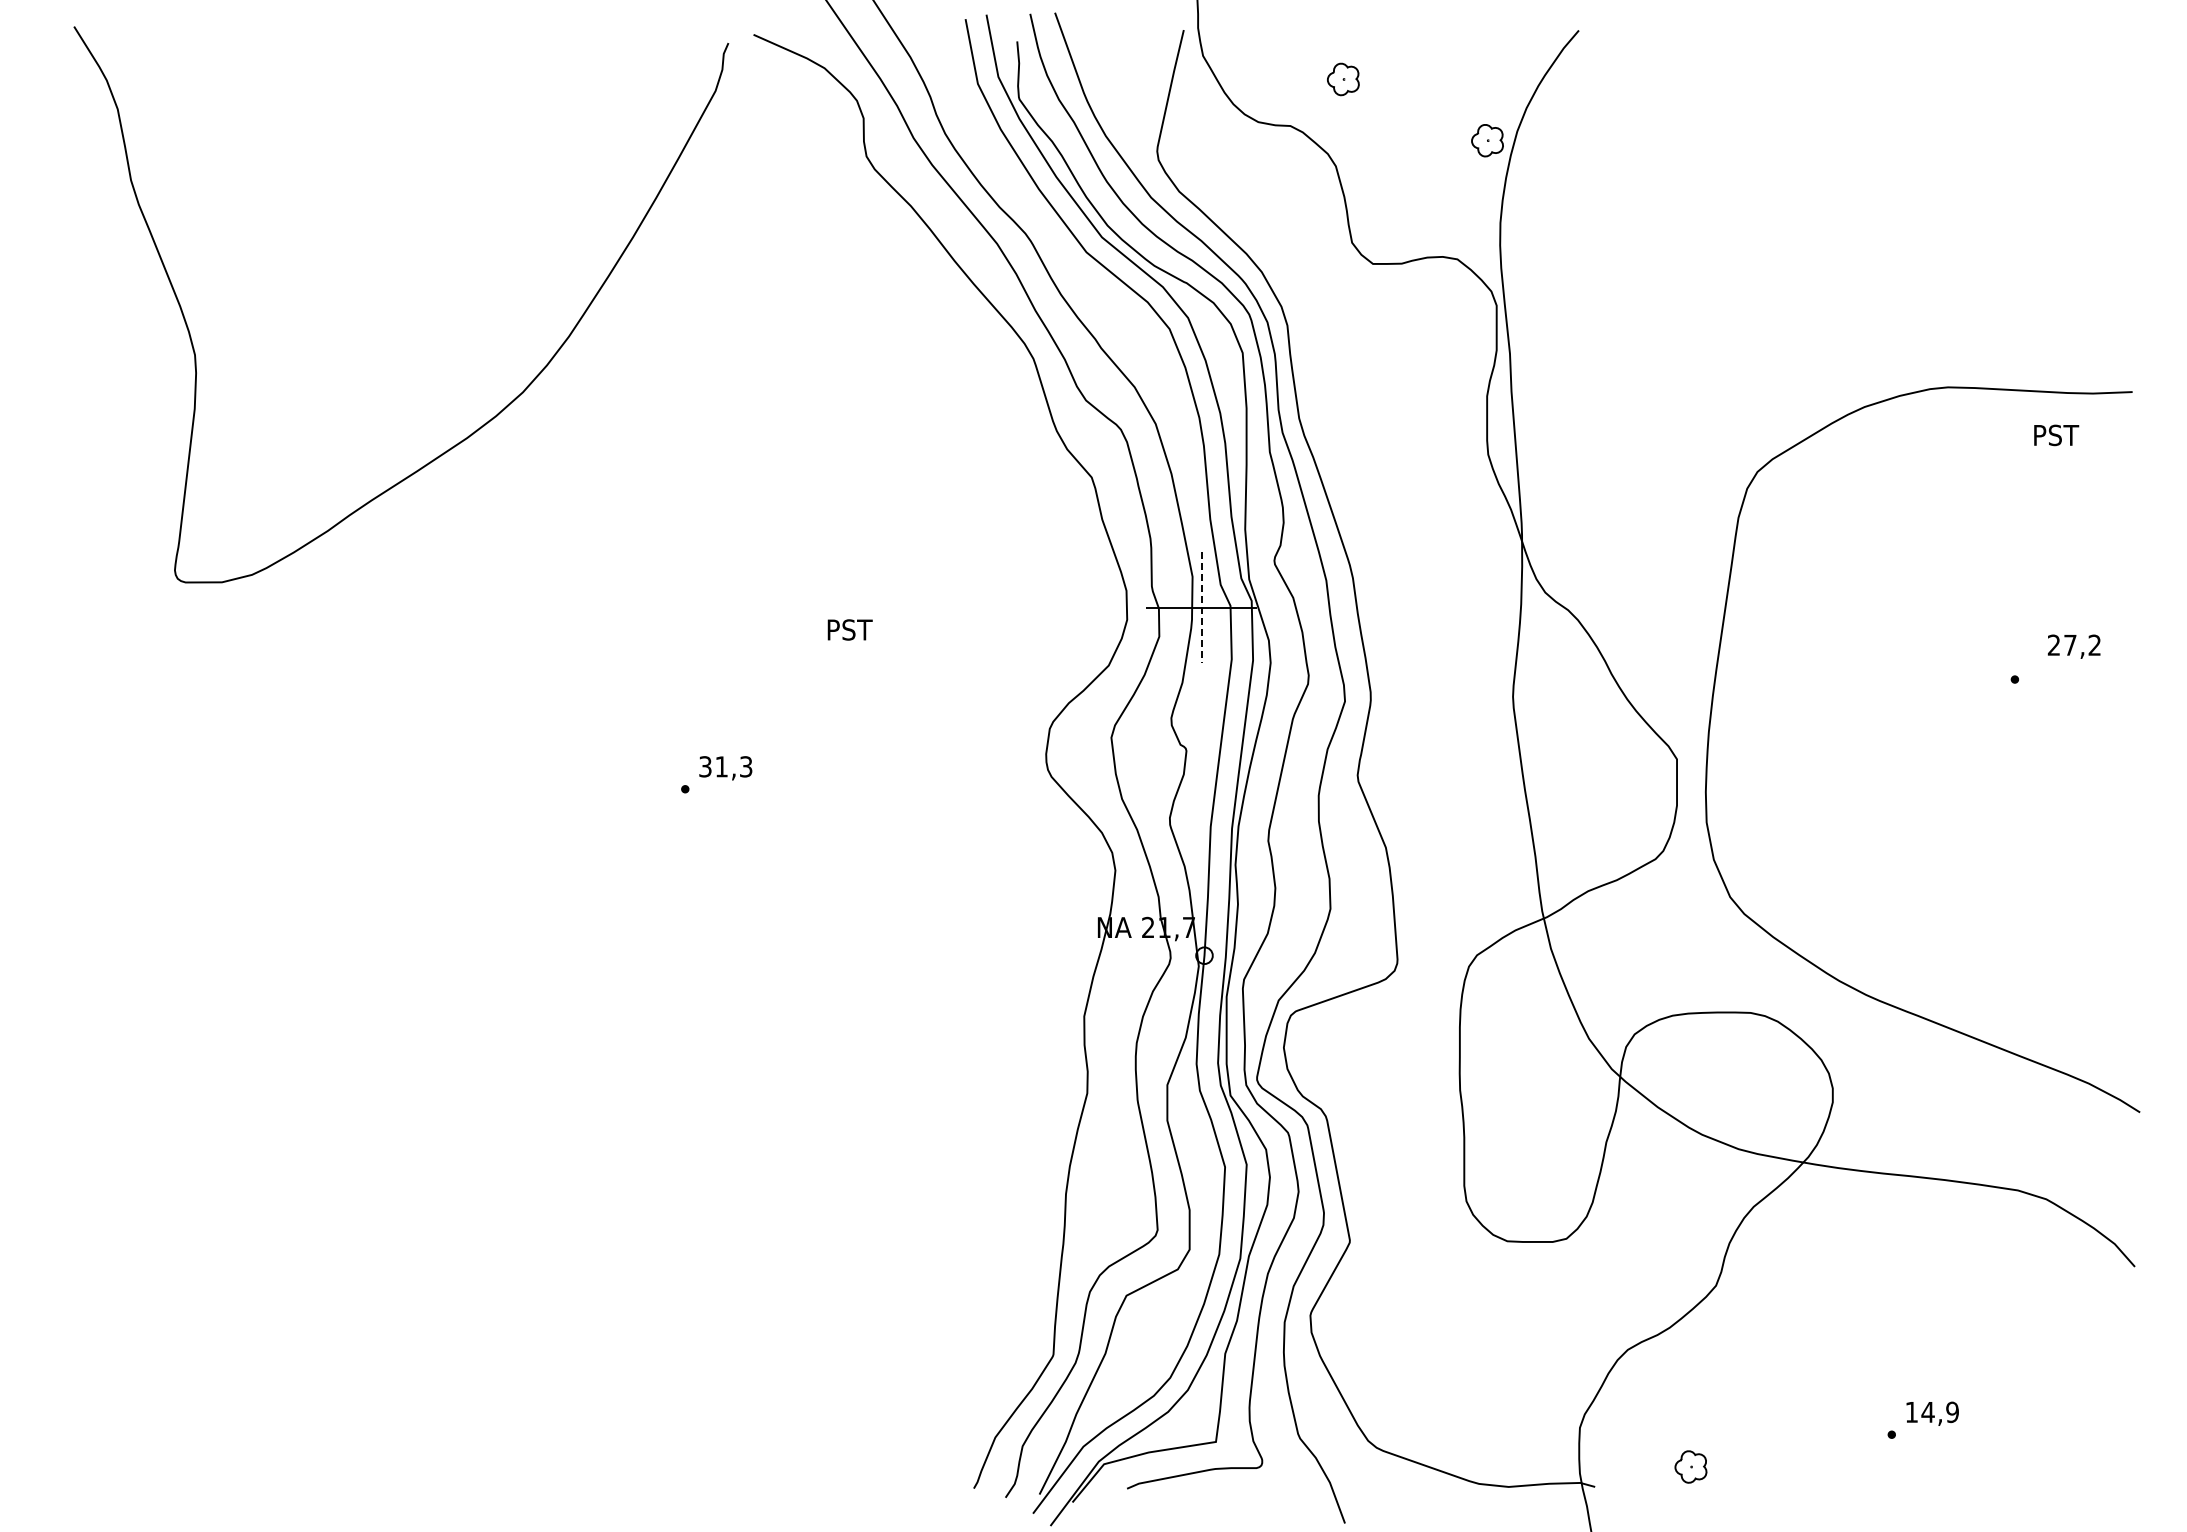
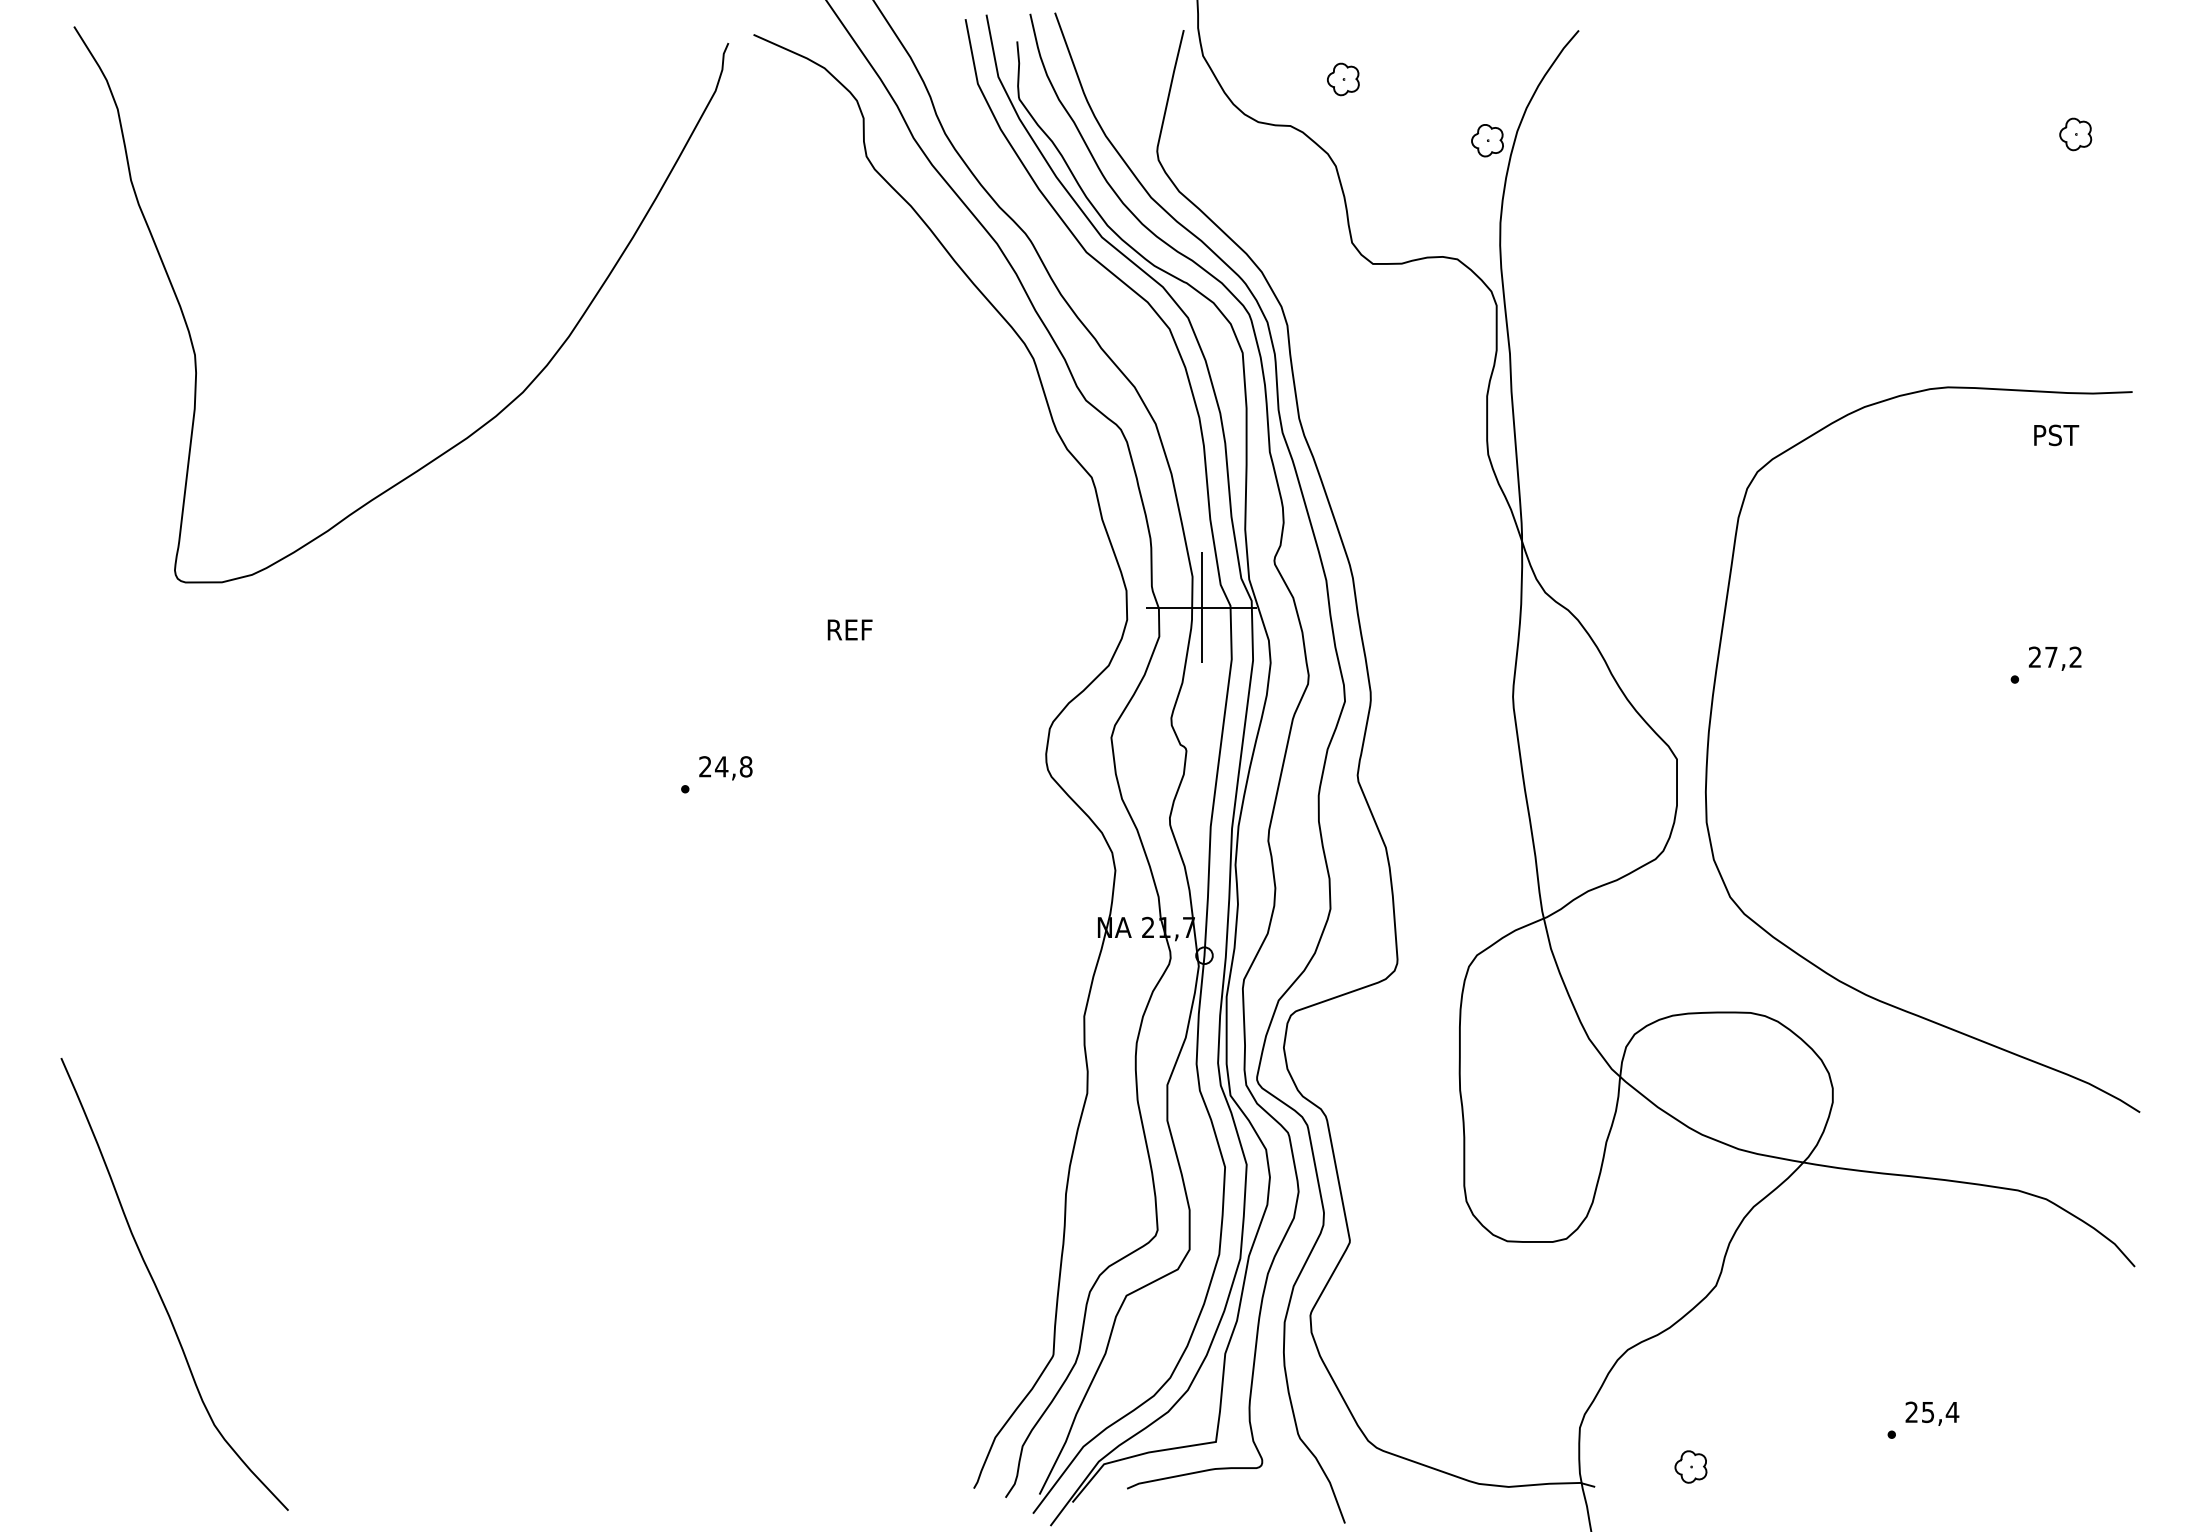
part at (2075, 134): none -> present
line at (1201, 608): dashed -> solid
text at (851, 629): PST -> REF
text at (2073, 646) position: (2073, 646) -> (2054, 658)
text at (725, 766): 31,3 -> 24,8
curve at (159, 1291): none -> present
text at (1932, 1412): 14,9 -> 25,4
